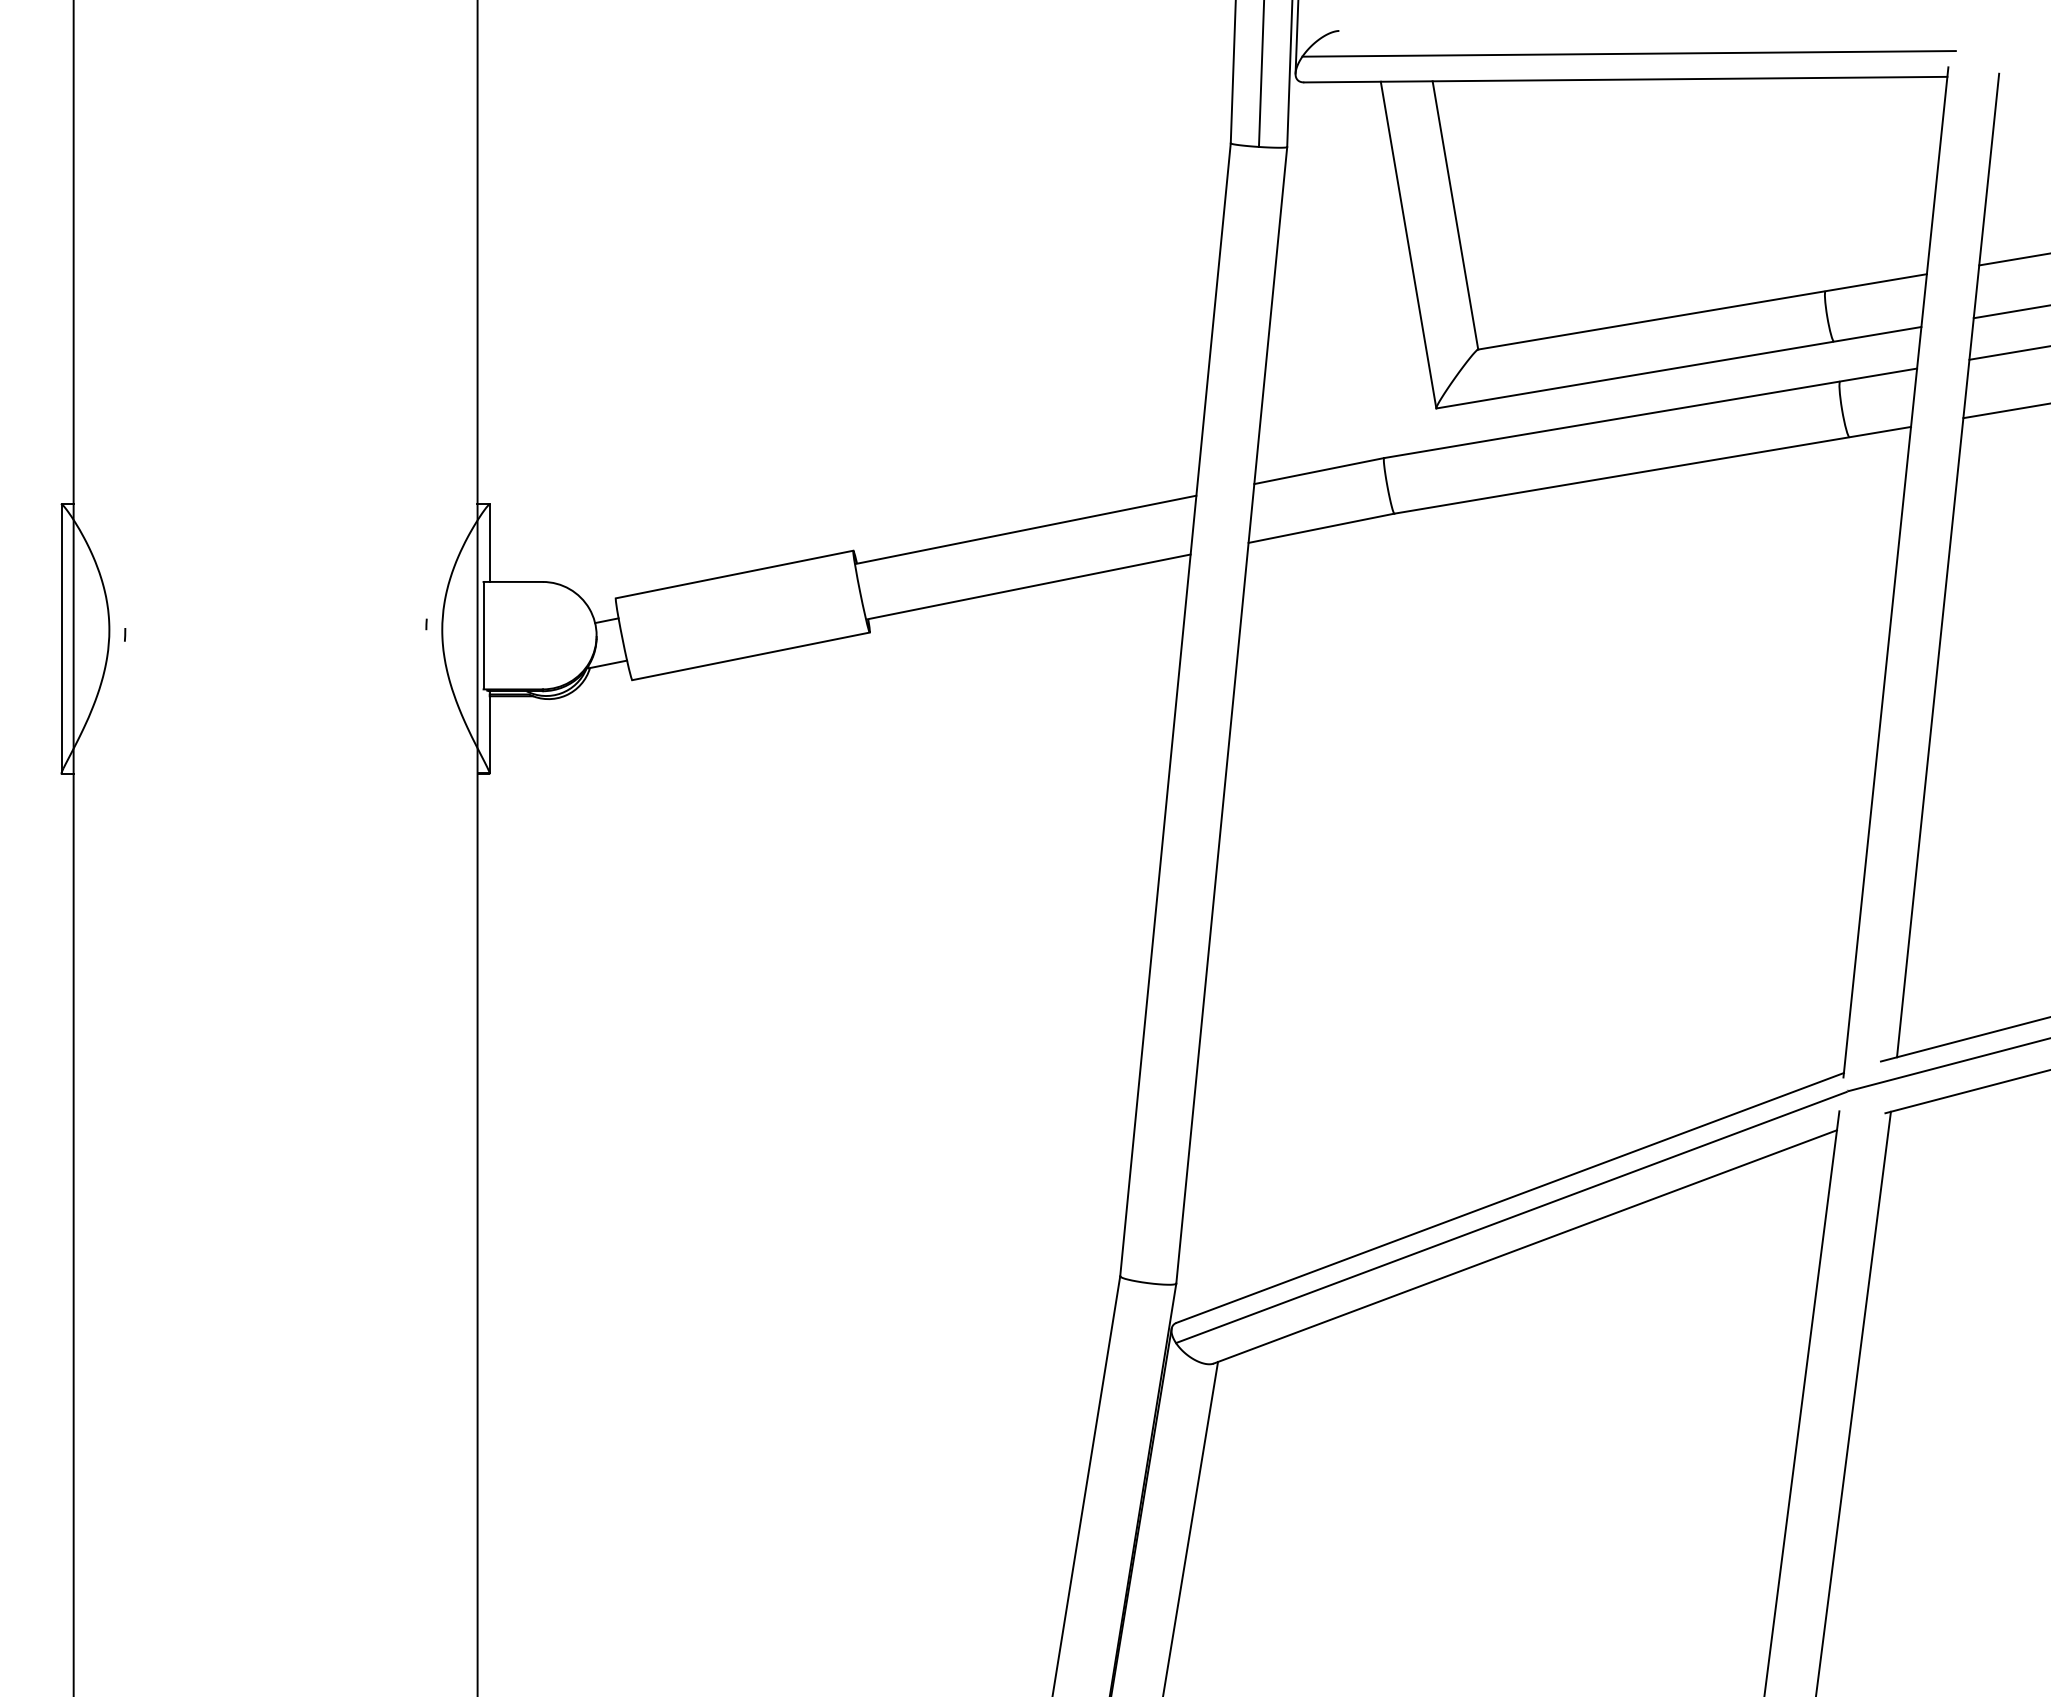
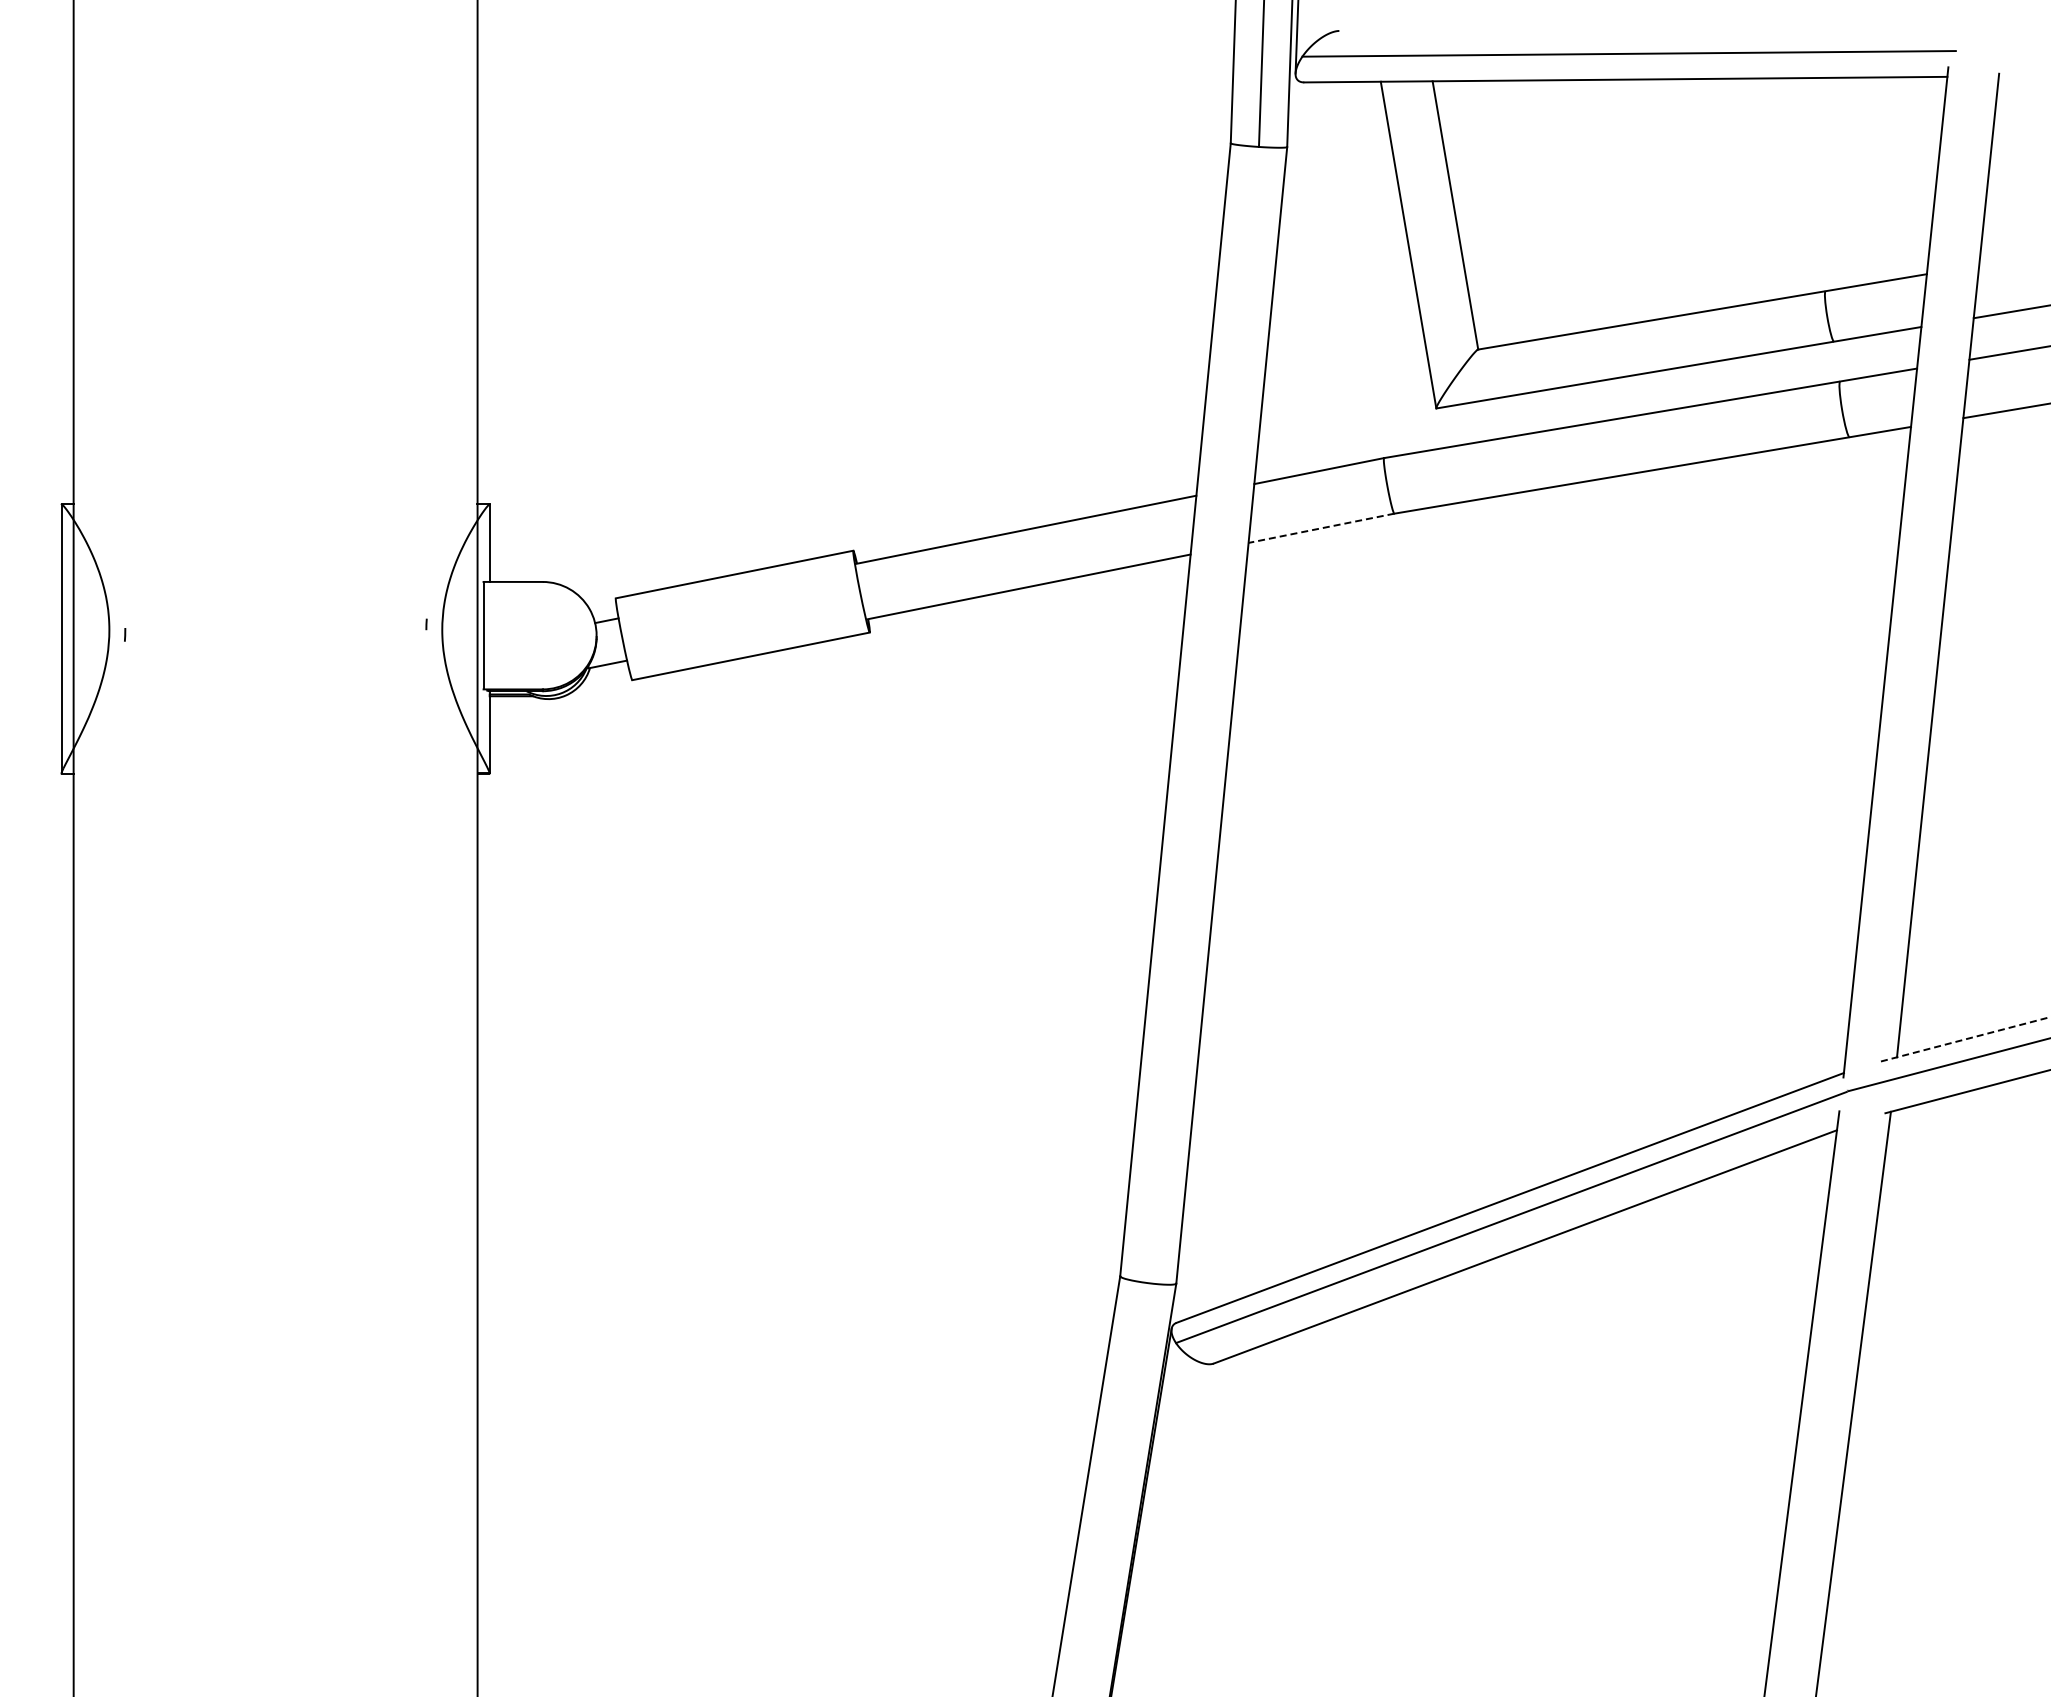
line at (2013, 259): present -> none
line at (1321, 528): solid -> dashed
line at (1966, 1039): solid -> dashed
line at (1190, 1527): present -> none
